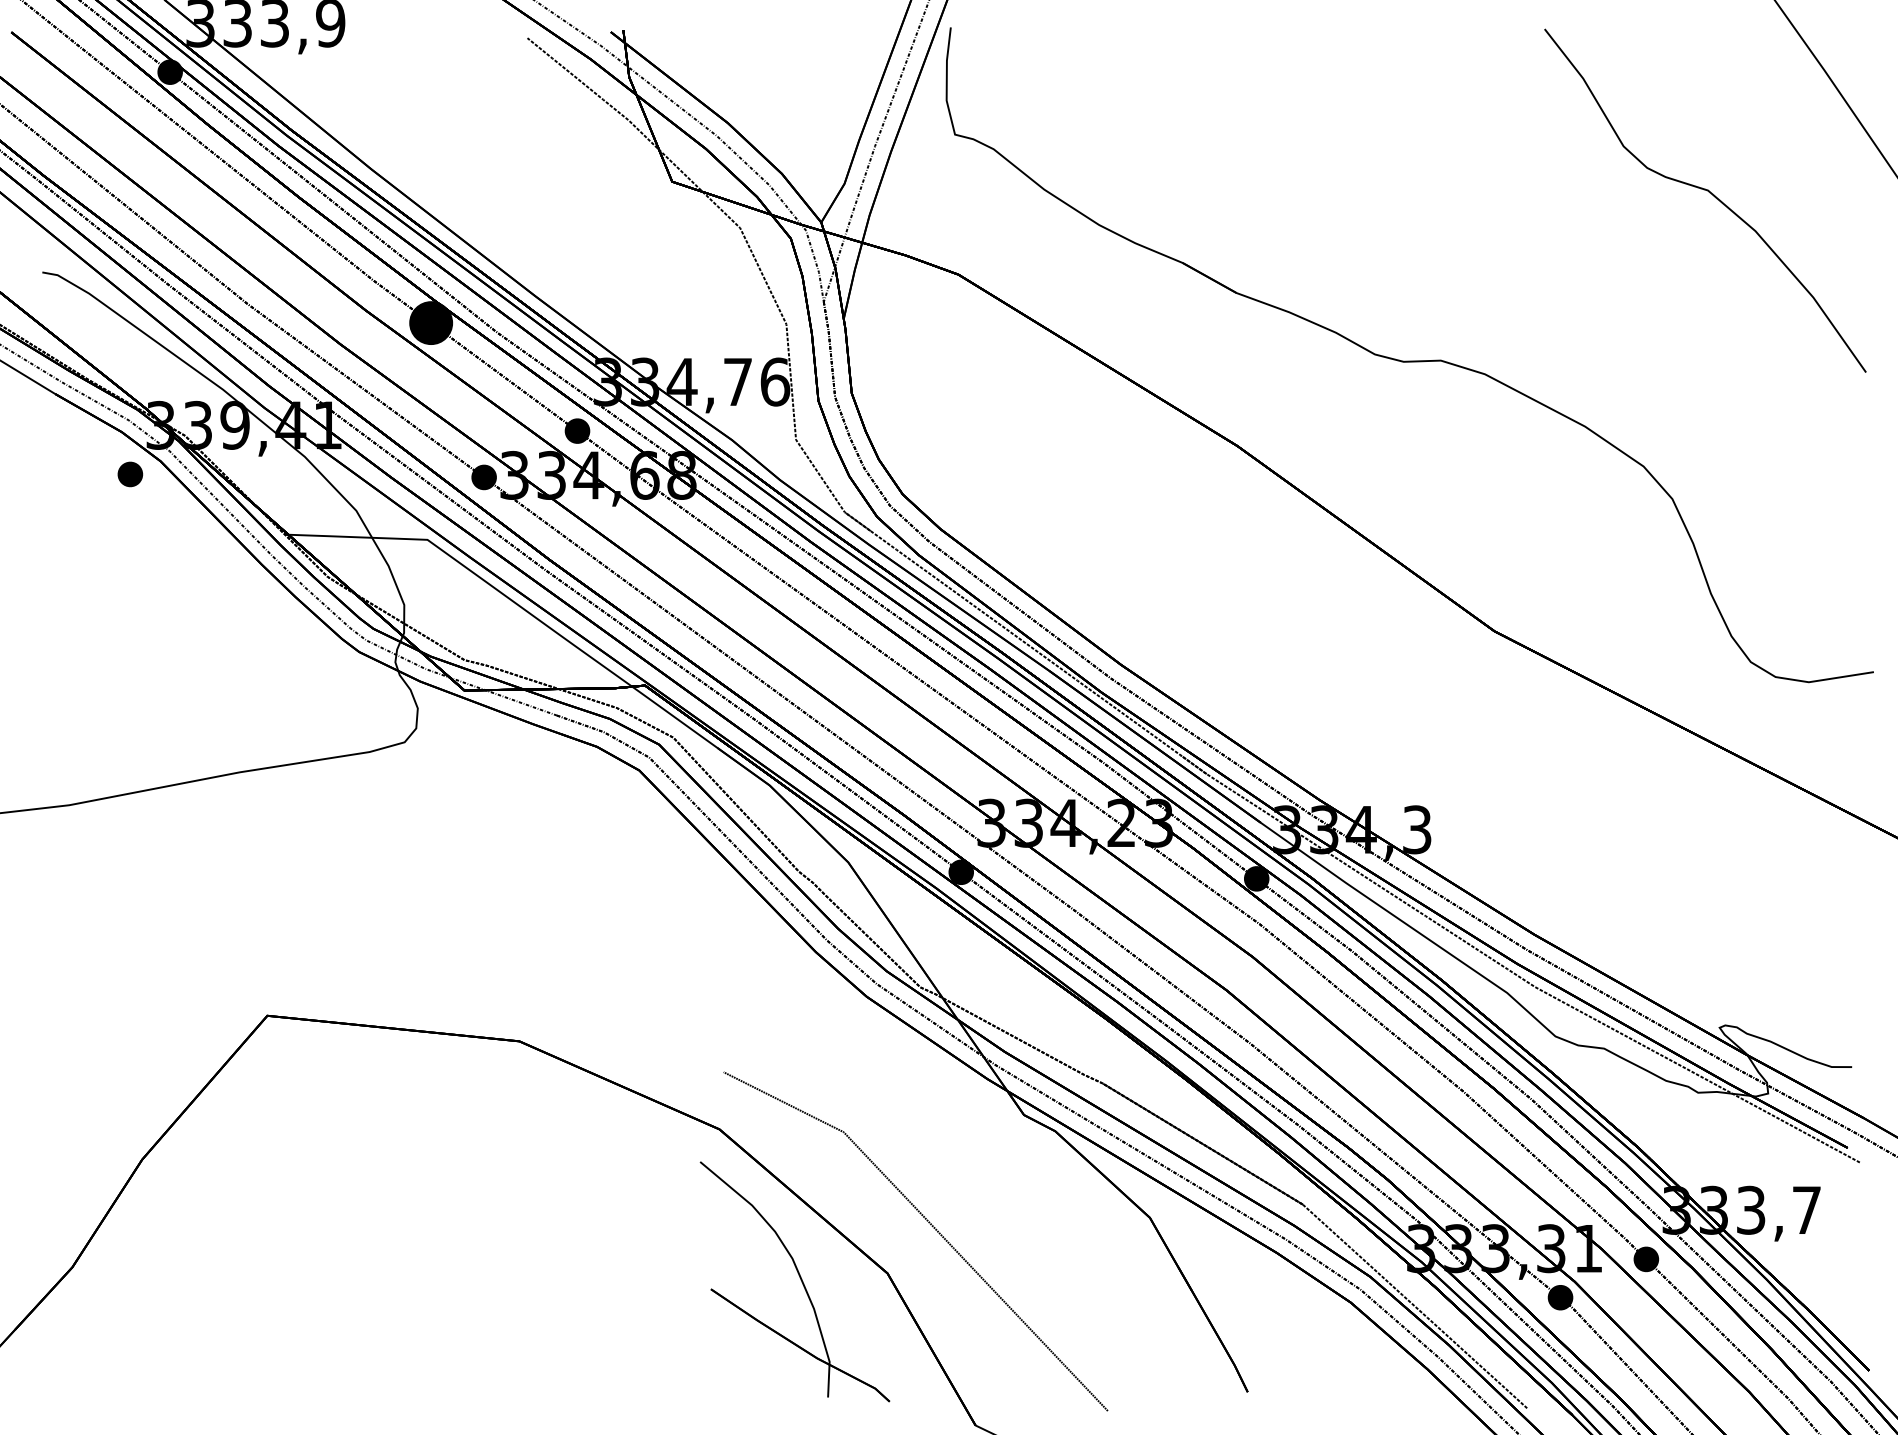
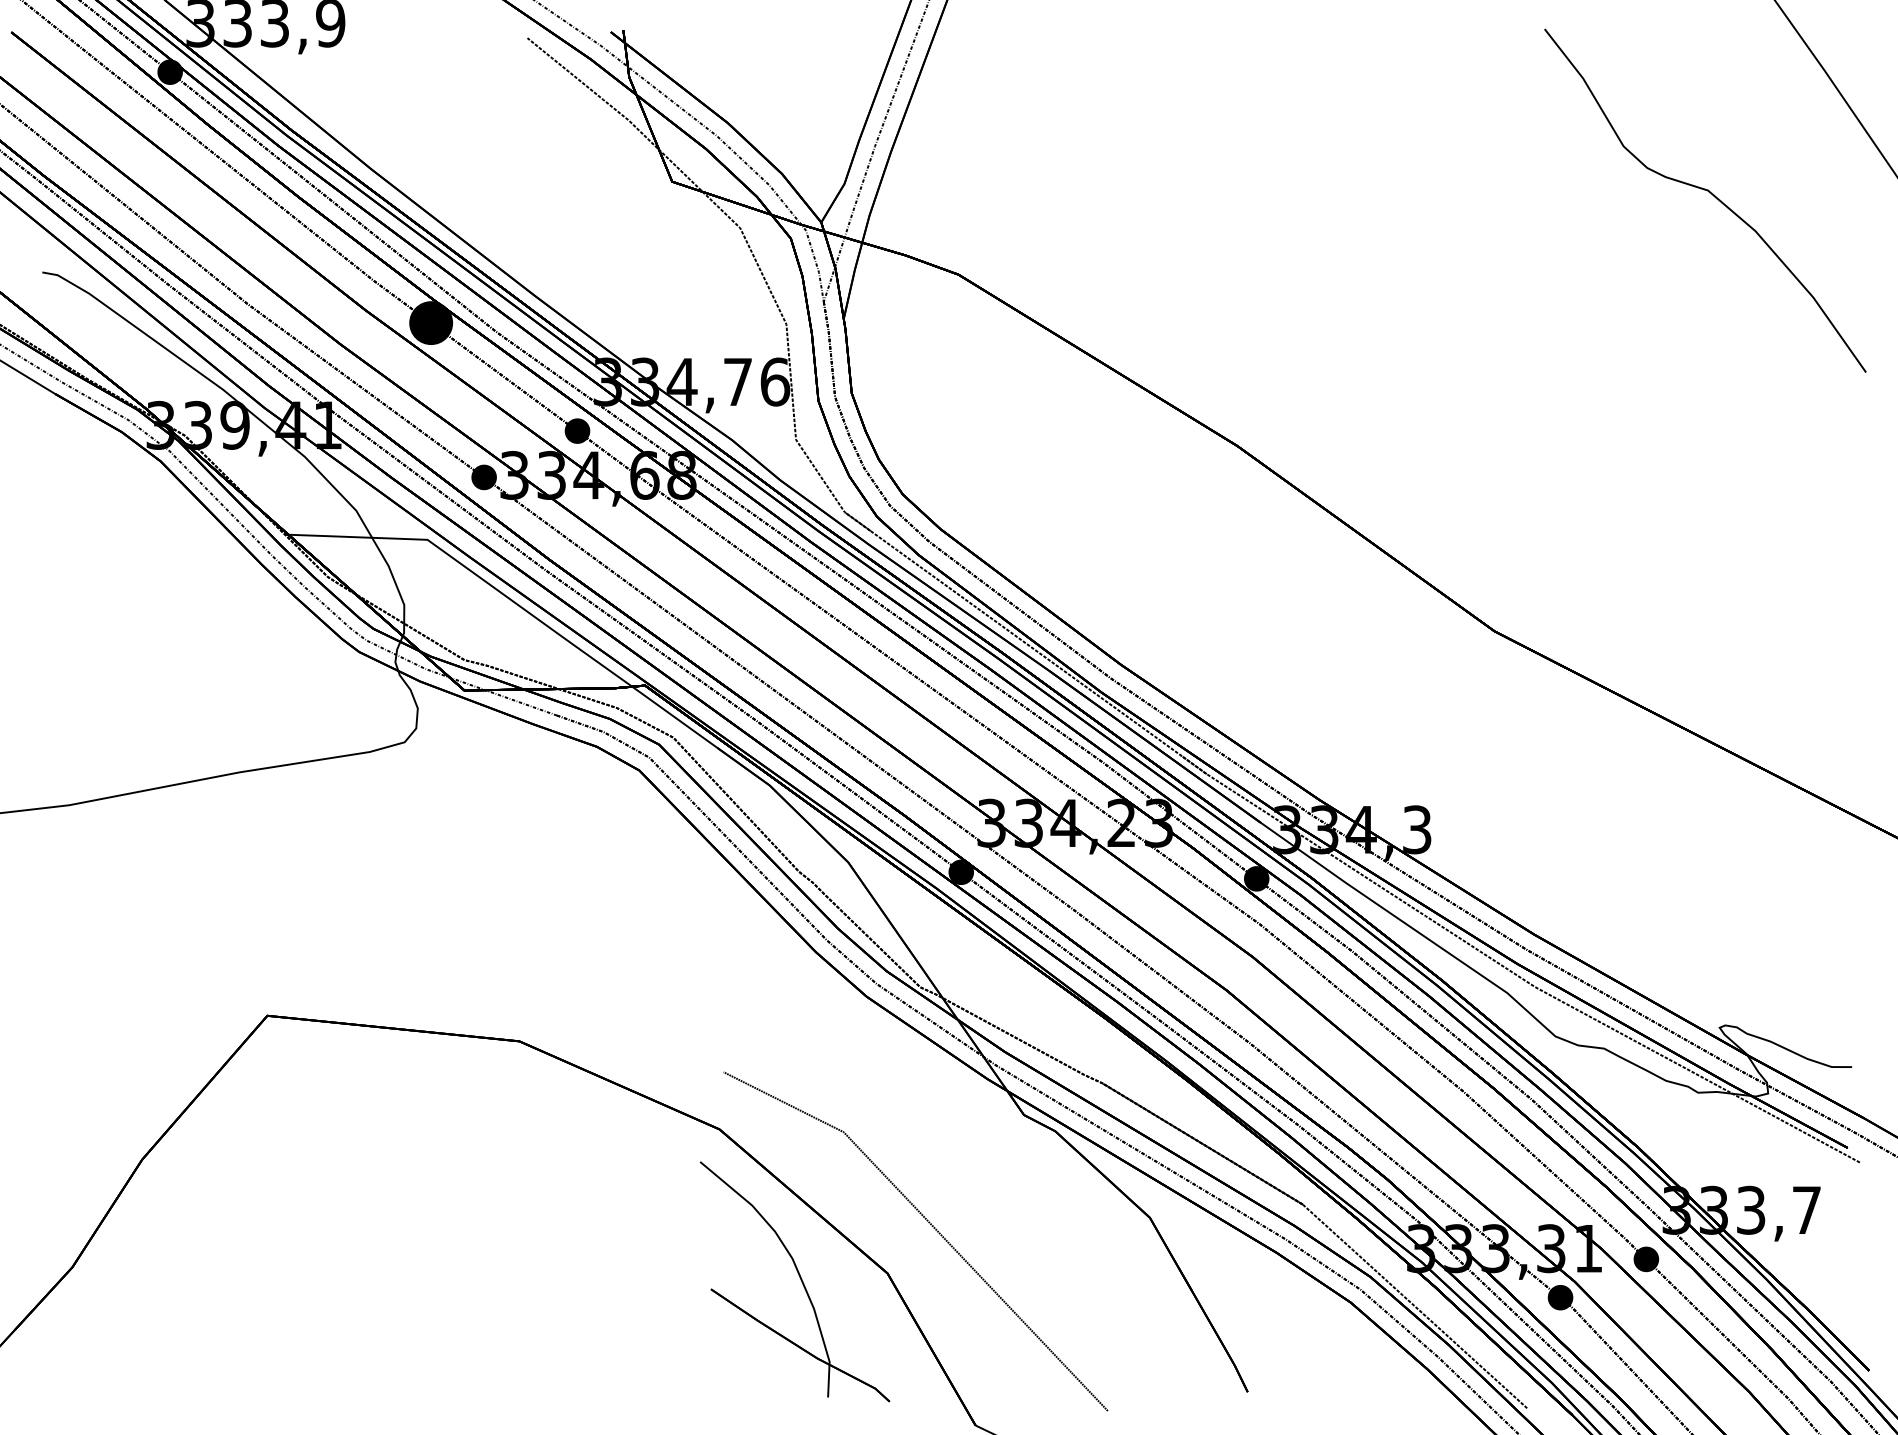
part at (1409, 355): present -> none
part at (130, 474): present -> none
